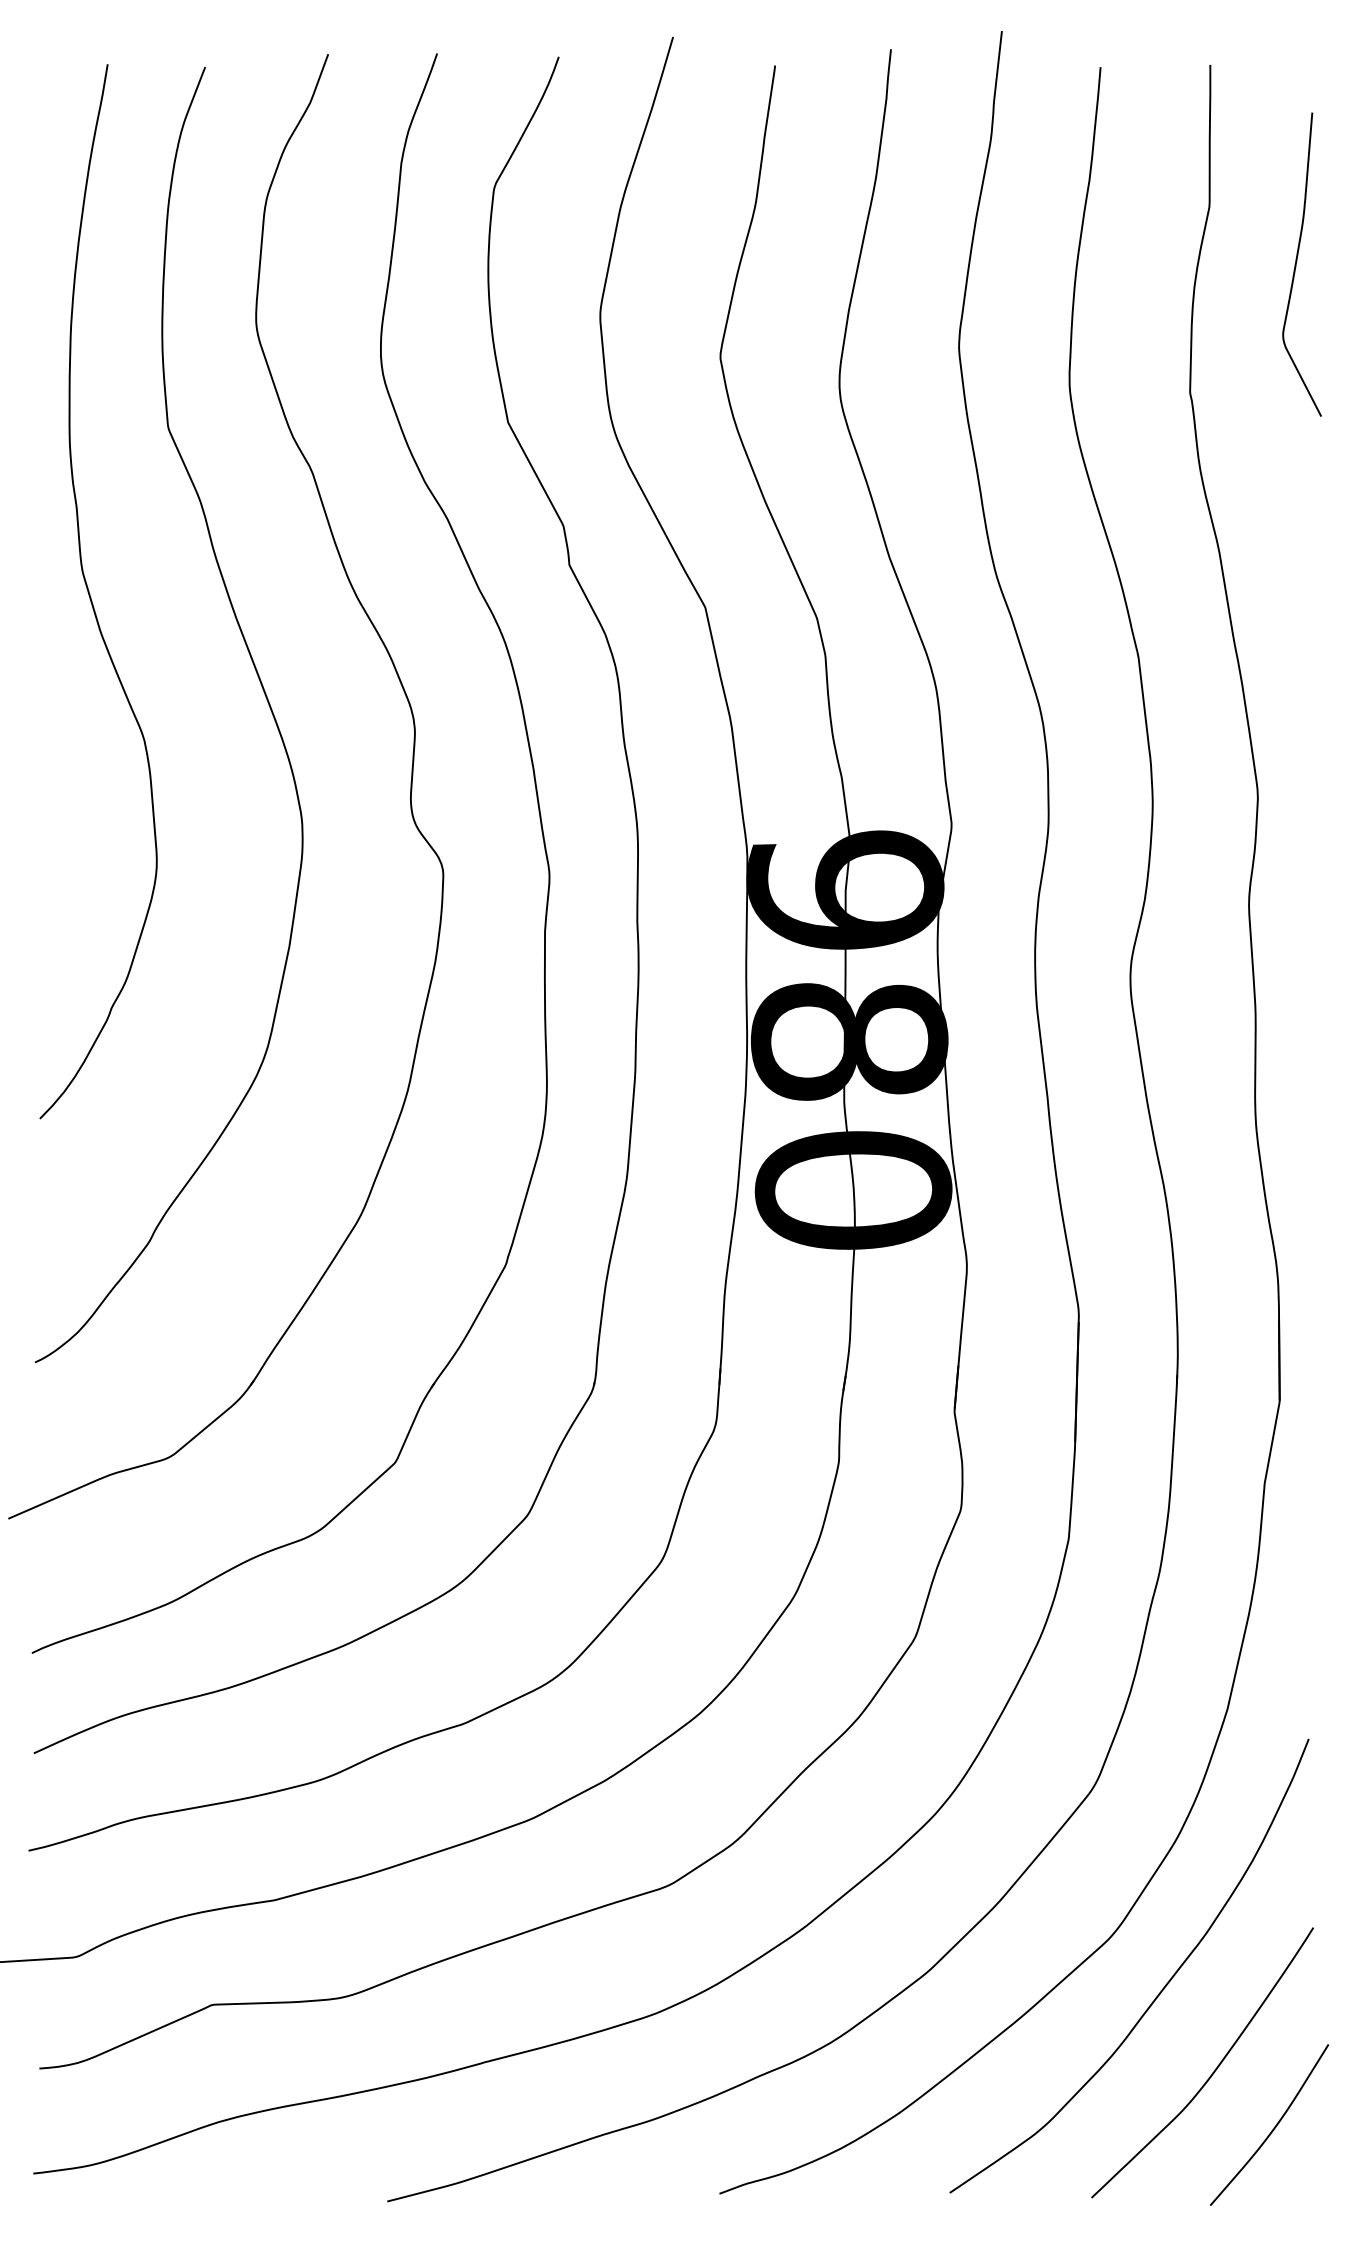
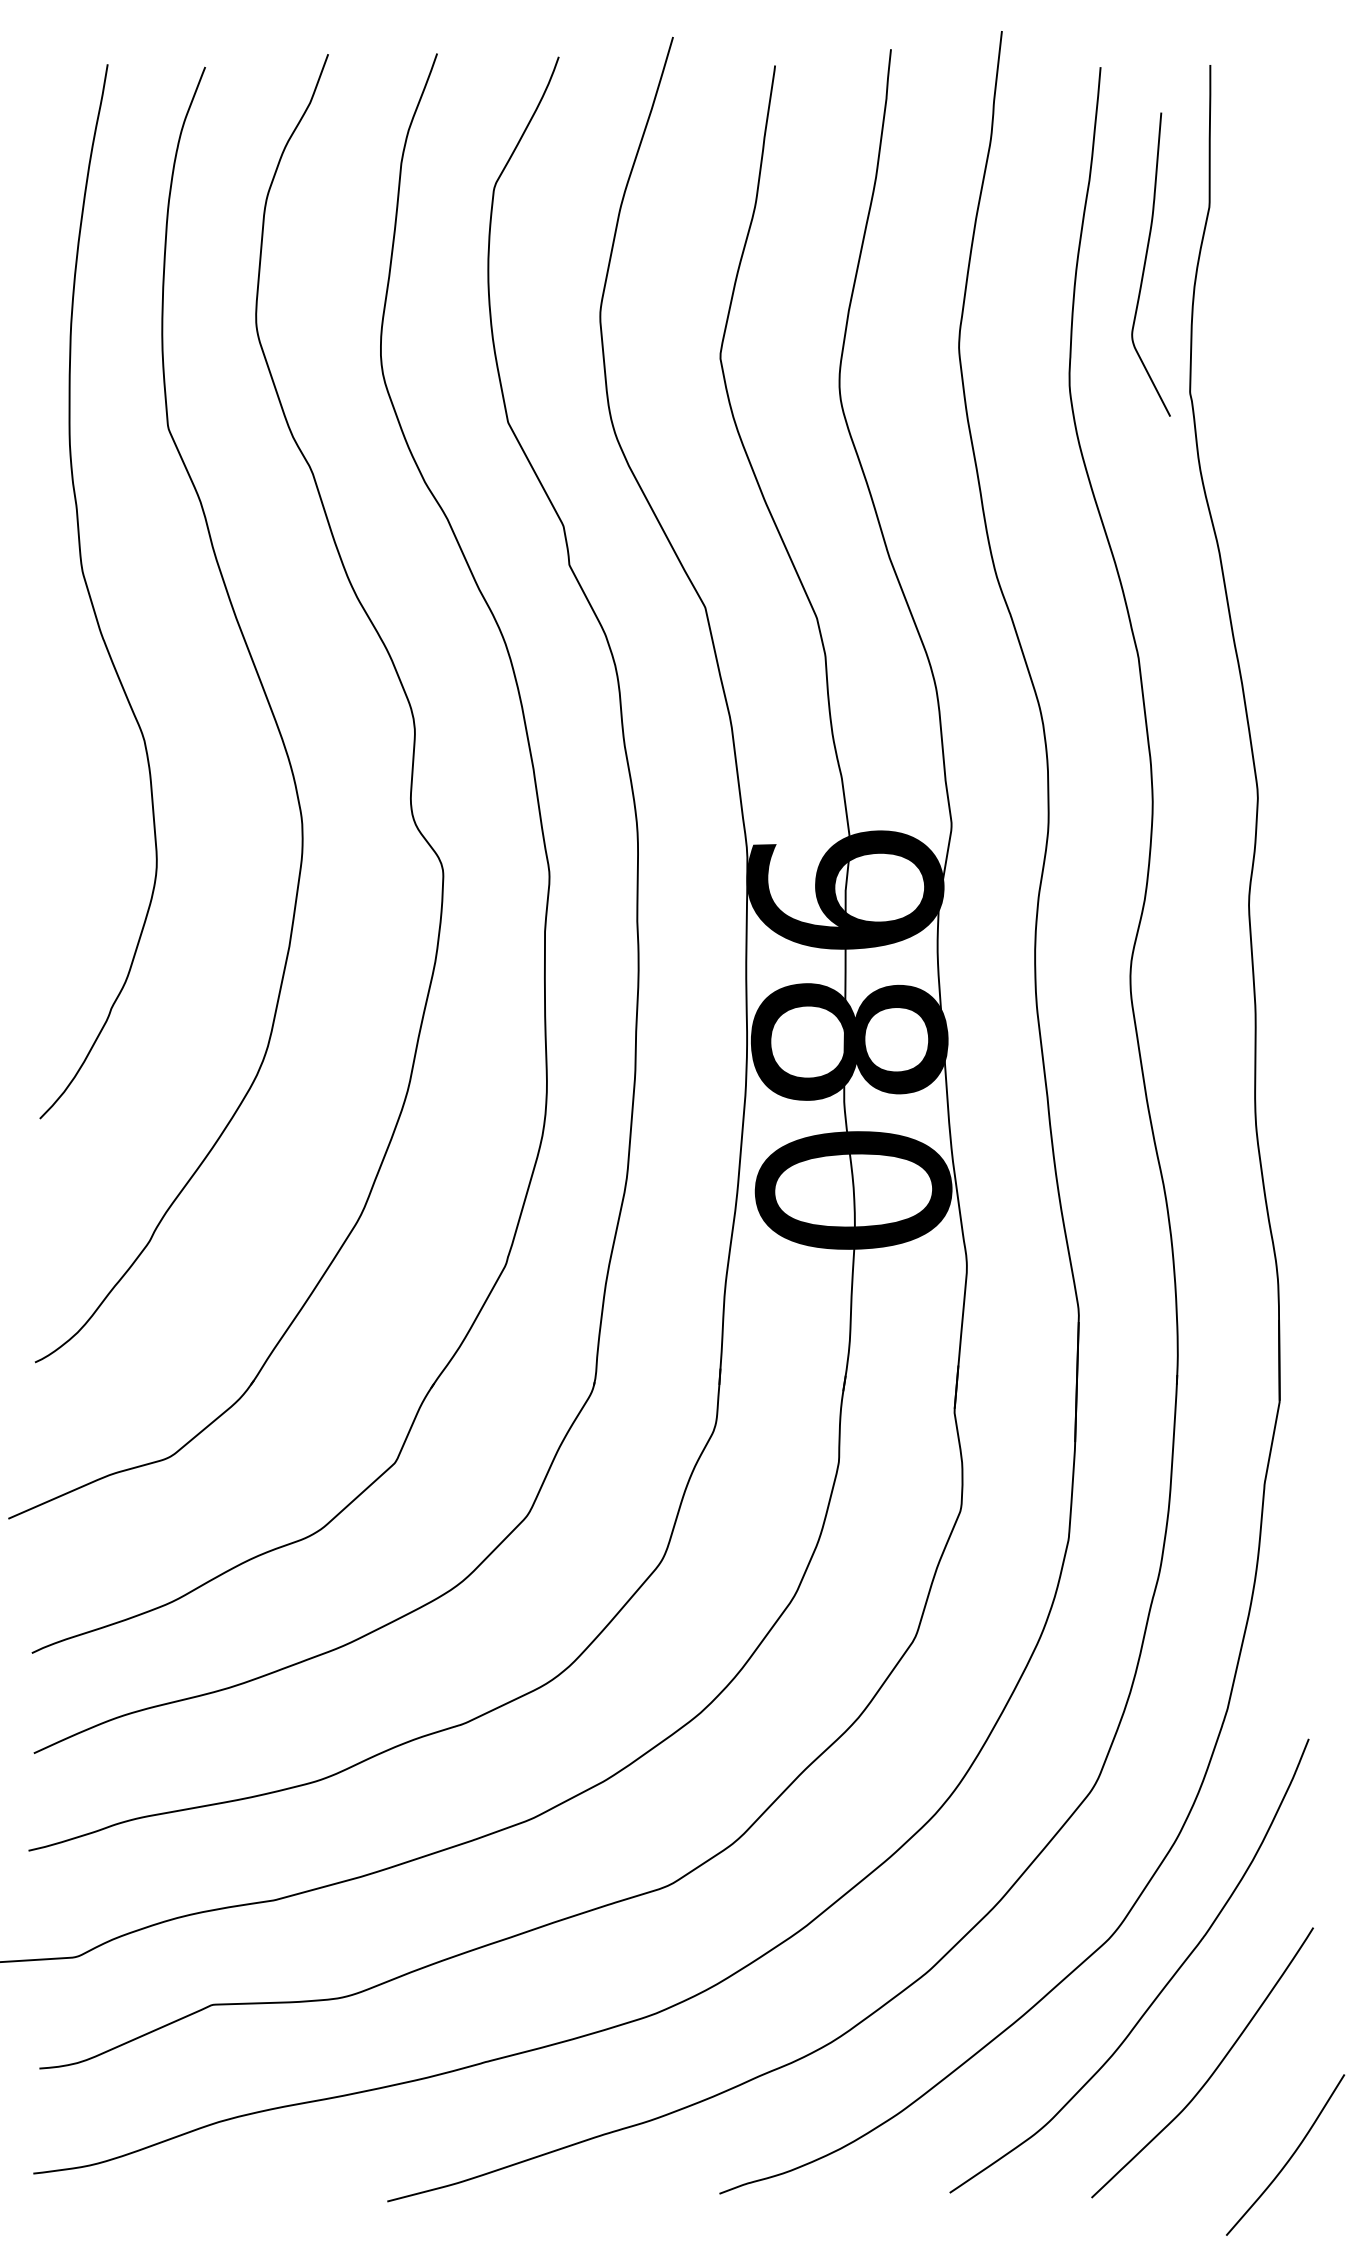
curve at (1297, 261) position: (1297, 261) -> (1146, 261)
curve at (1273, 2127) position: (1273, 2127) -> (1289, 2157)
